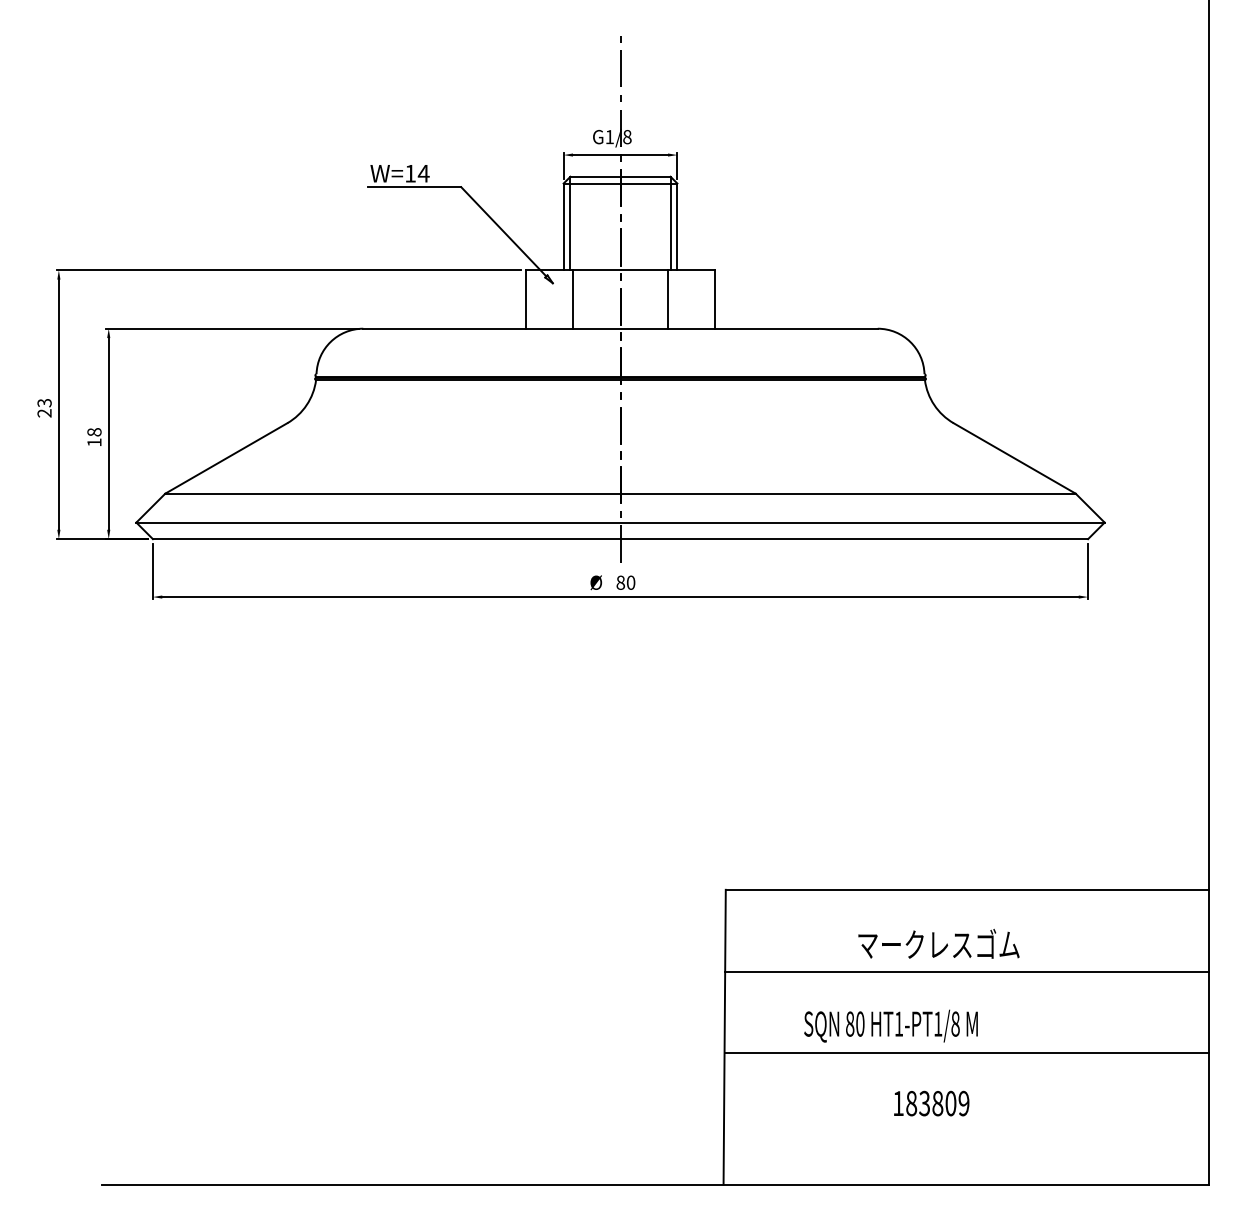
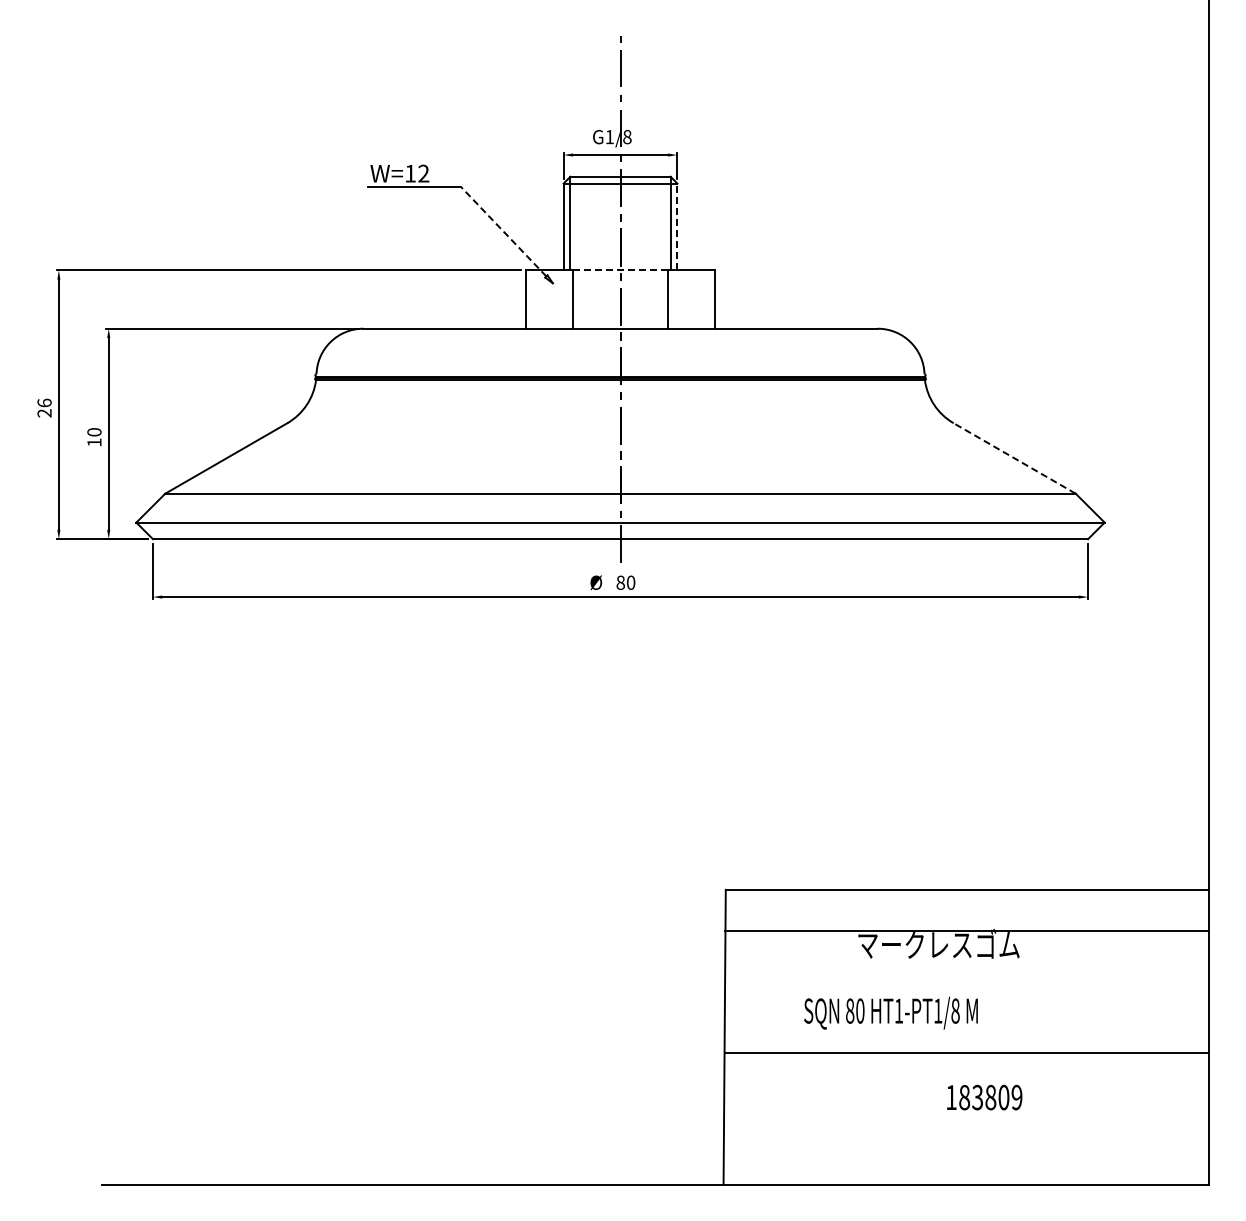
text at (423, 173): W=14 -> W=12
line at (677, 226): solid -> dashed
line at (503, 231): solid -> dashed
line at (621, 270): solid -> dashed
text at (44, 402): 23 -> 26
text at (94, 432): 18 -> 10
line at (1014, 458): solid -> dashed
line at (966, 971) position: (966, 971) -> (966, 930)
text at (890, 1025) position: (890, 1025) -> (890, 1012)
text at (931, 1103) position: (931, 1103) -> (984, 1097)
